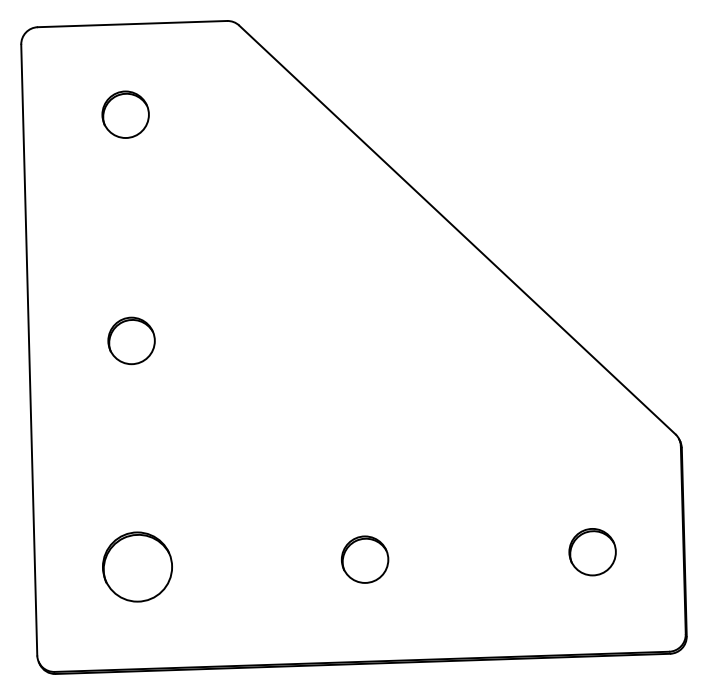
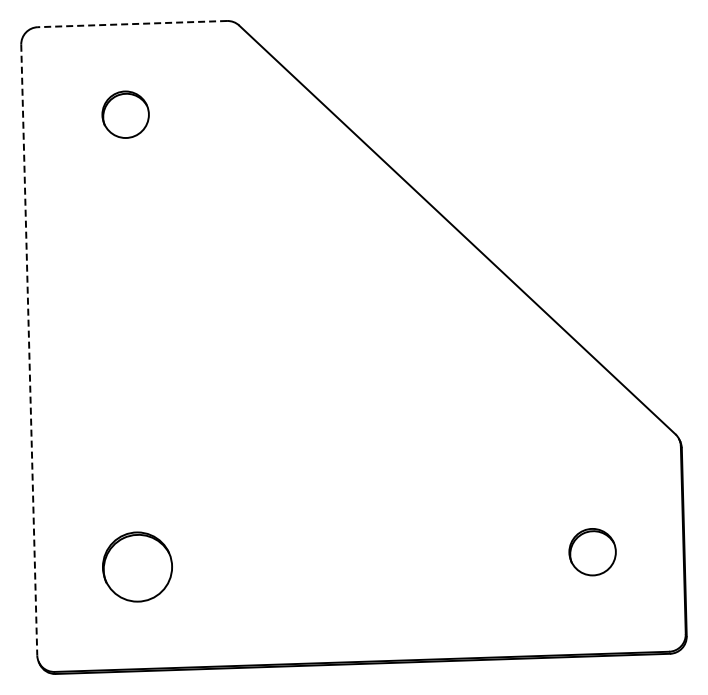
line at (132, 24): solid -> dashed
part at (131, 340): present -> none
line at (29, 350): solid -> dashed
part at (365, 559): present -> none
